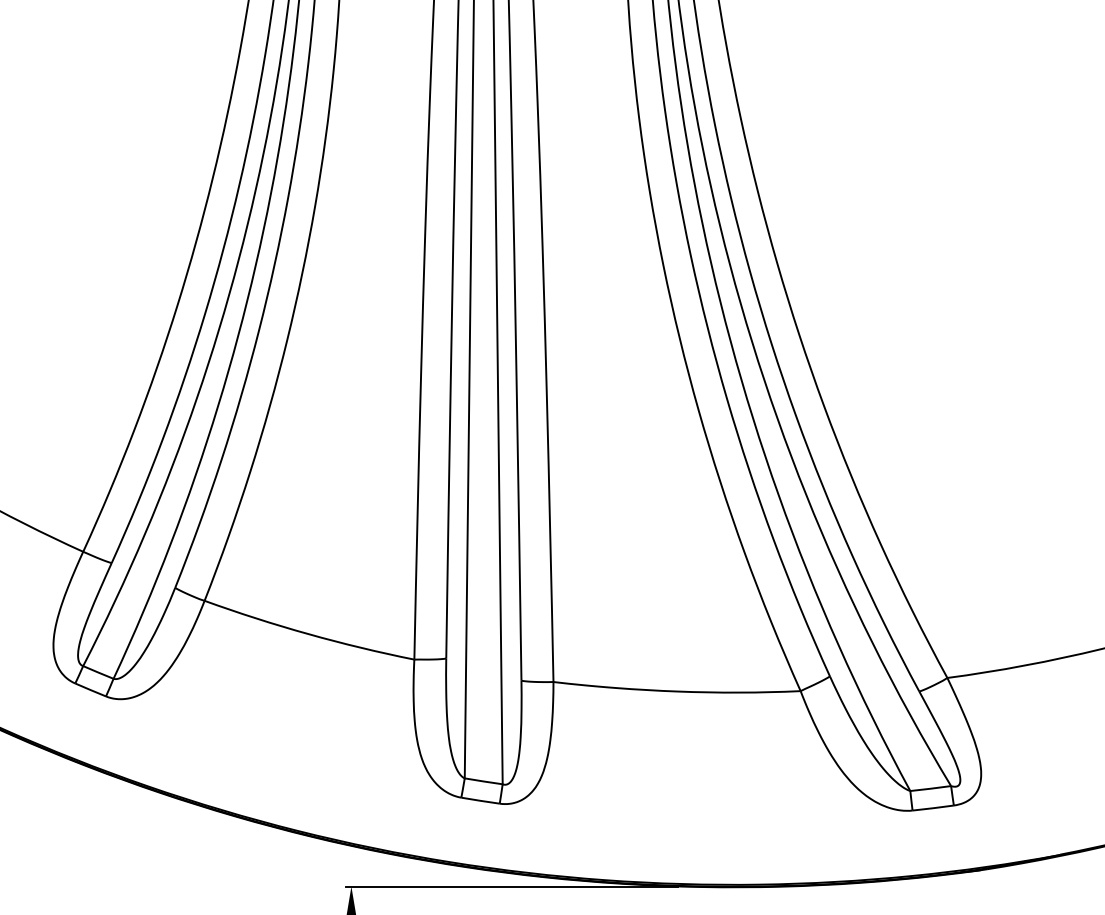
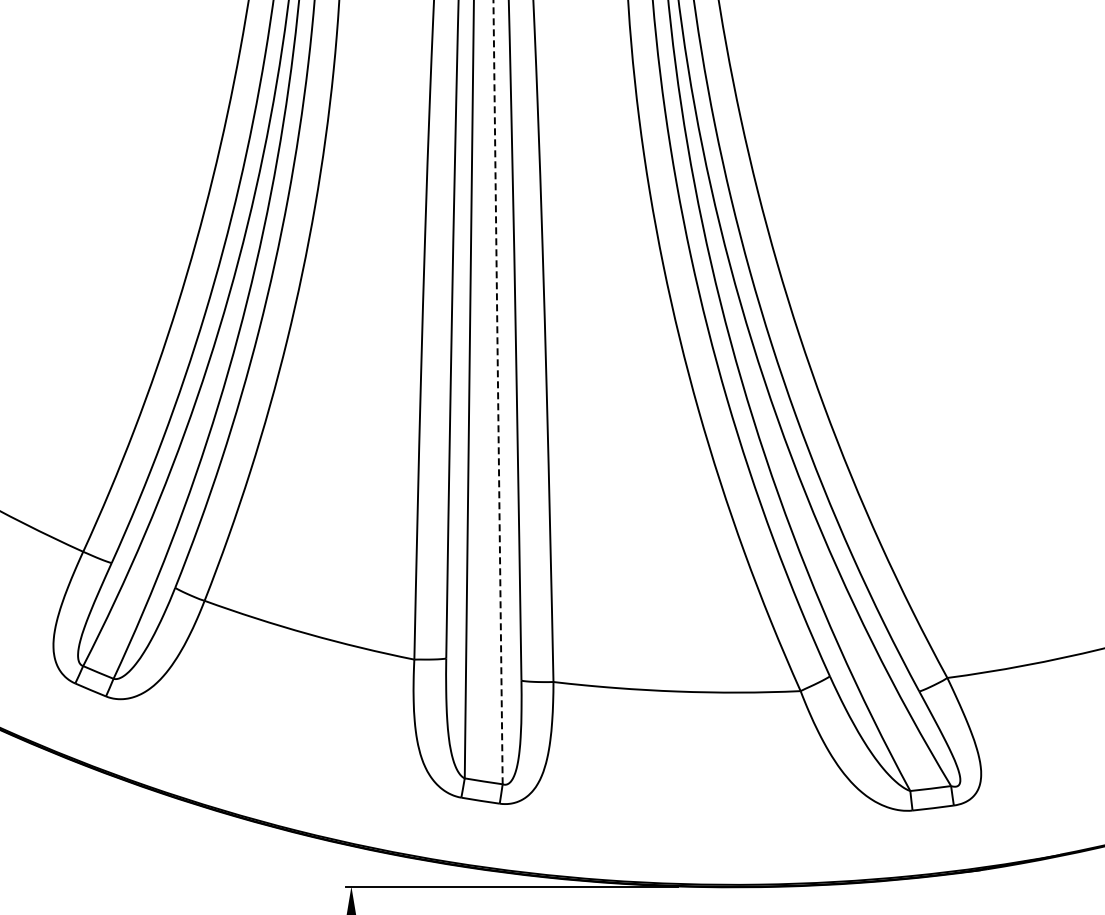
line at (498, 392): solid -> dashed
